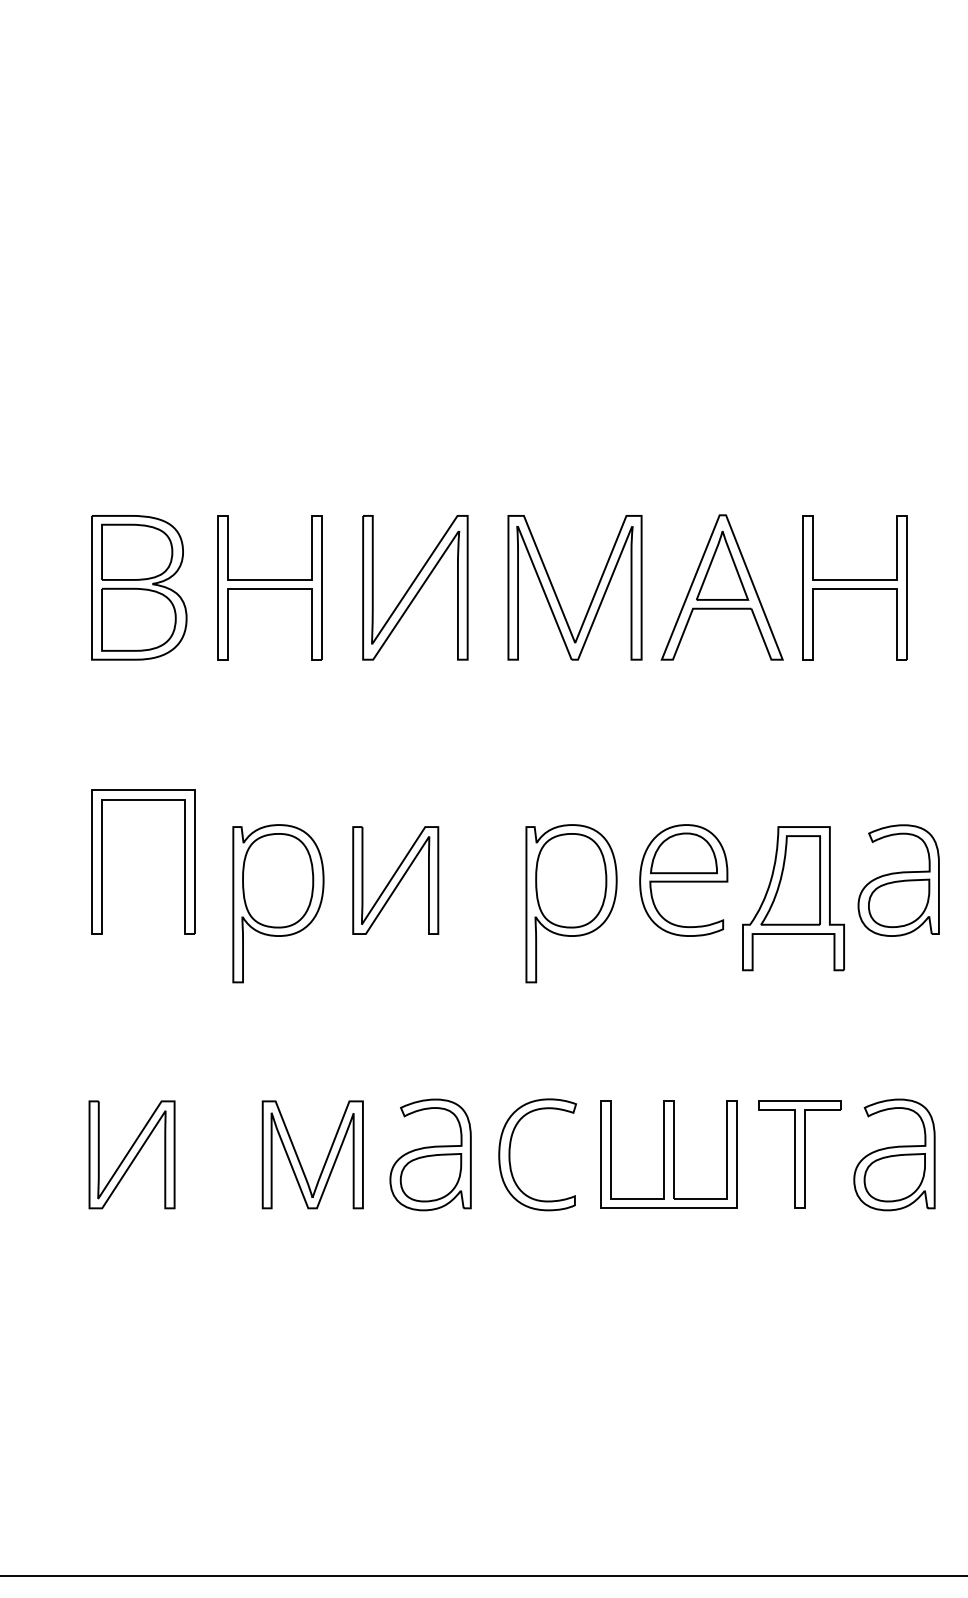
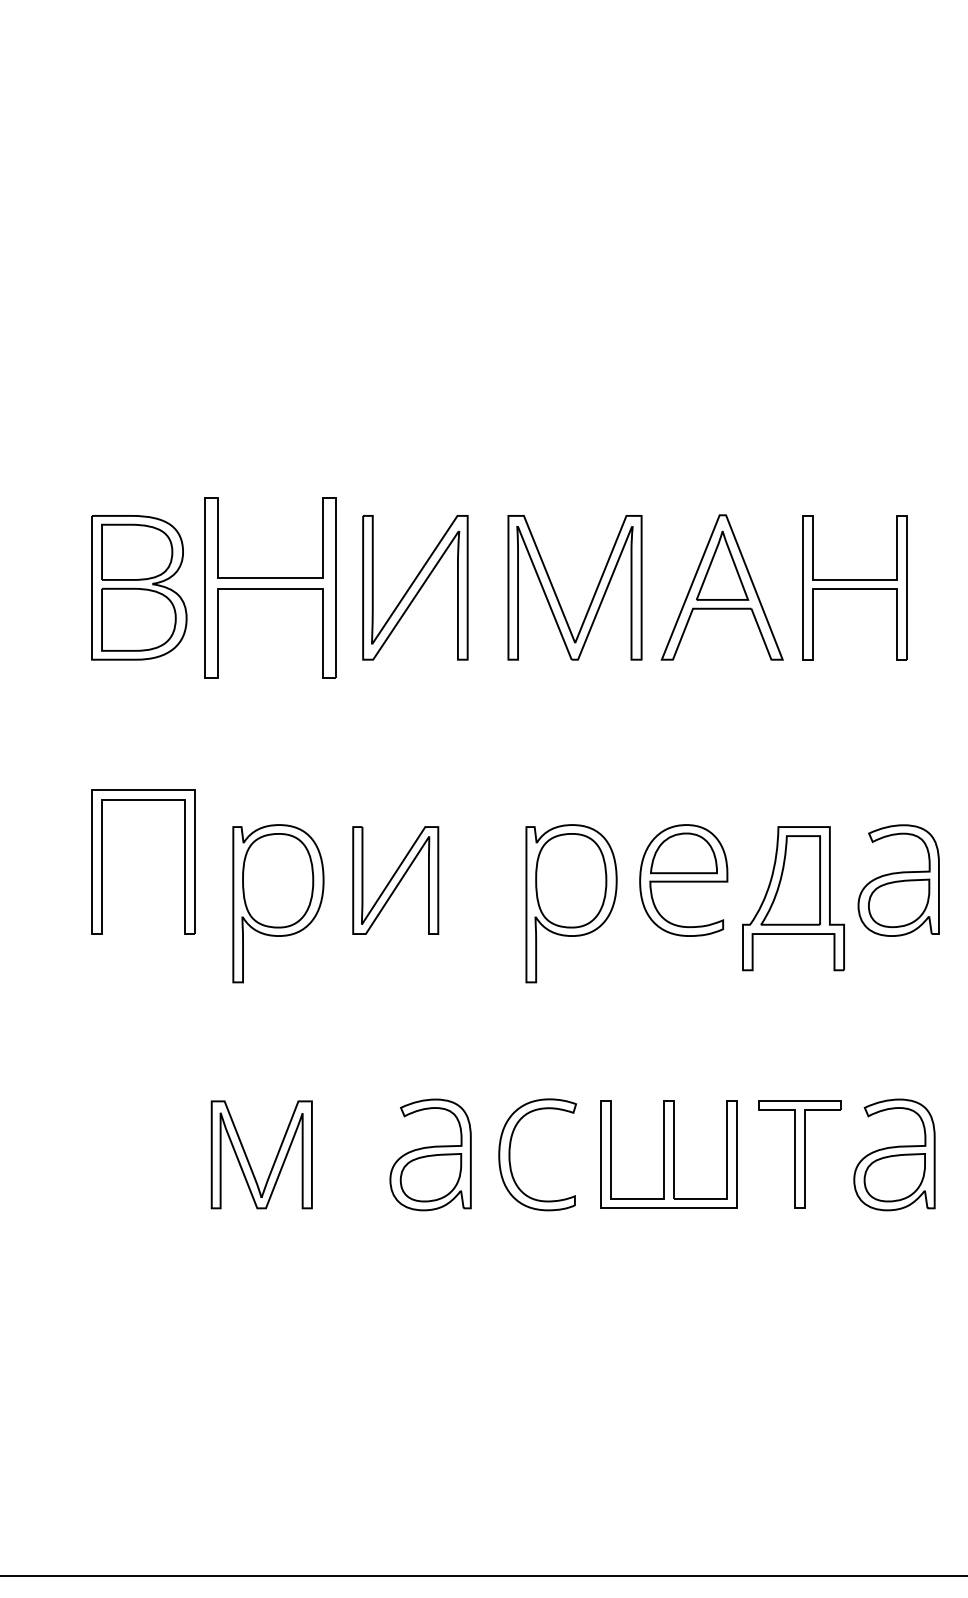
part at (269, 587) size: 106x146 px -> 133x182 px
part at (131, 1154): present -> none
part at (300, 1161) position: (300, 1161) -> (249, 1161)
